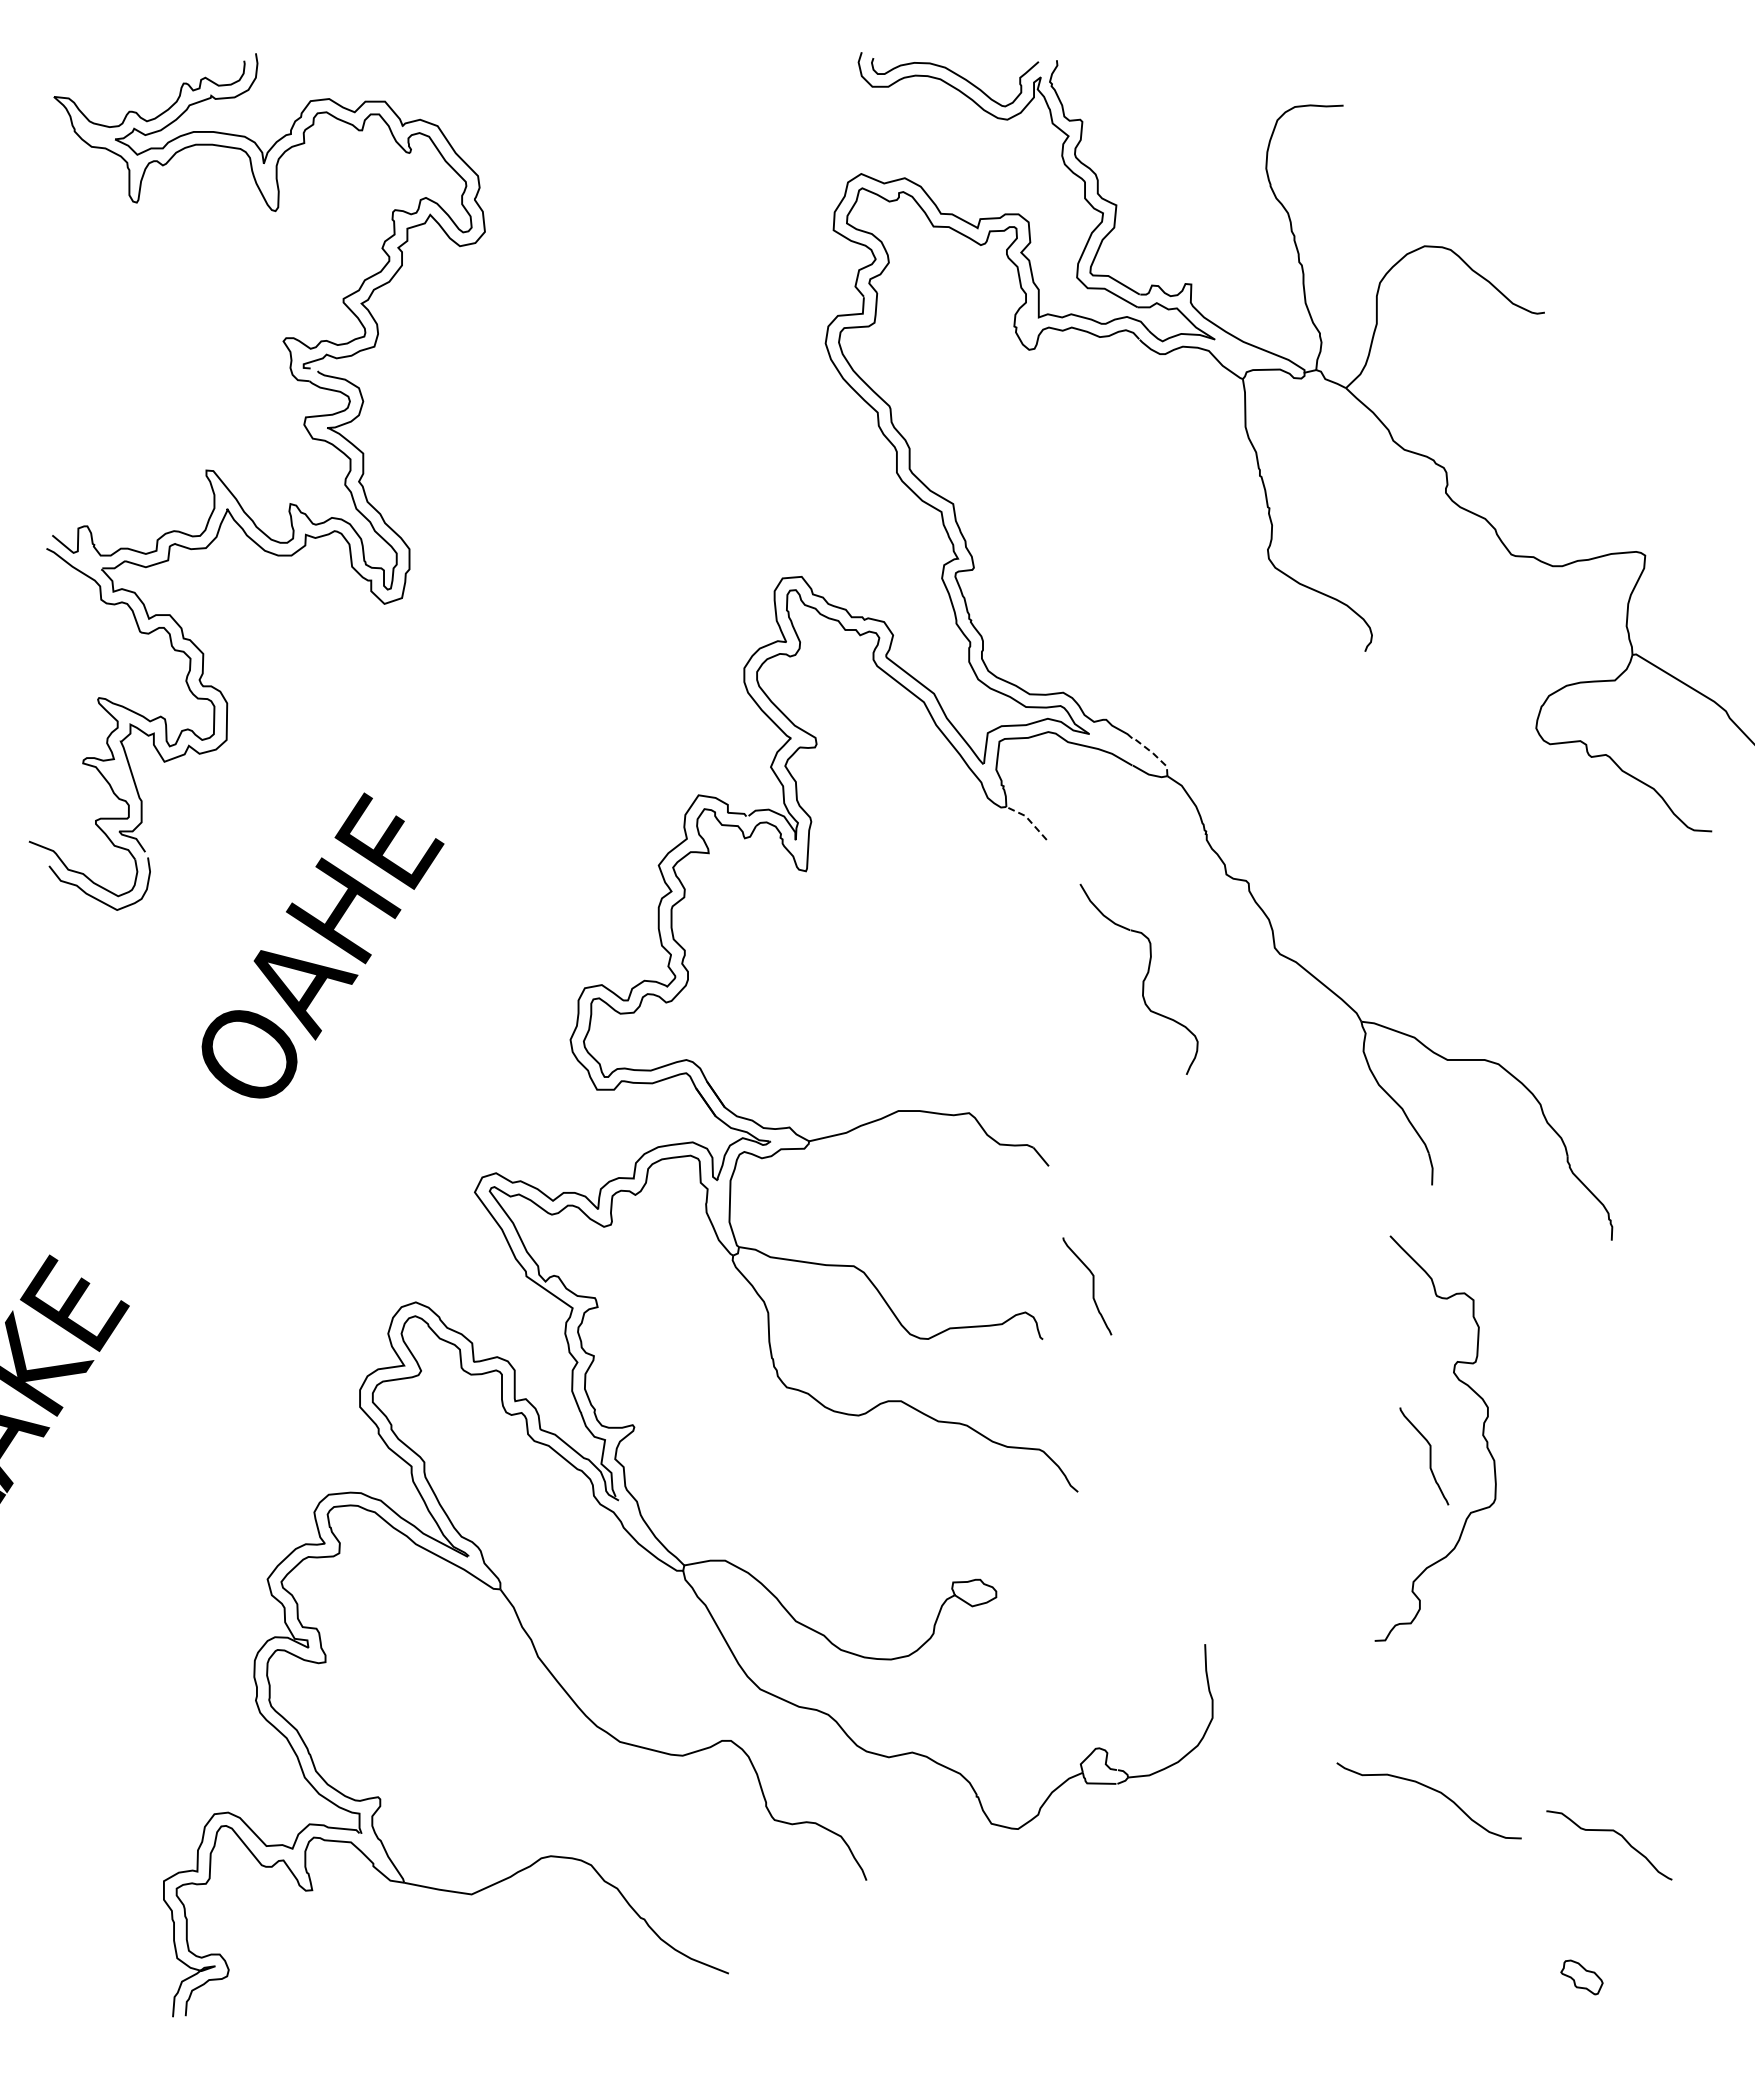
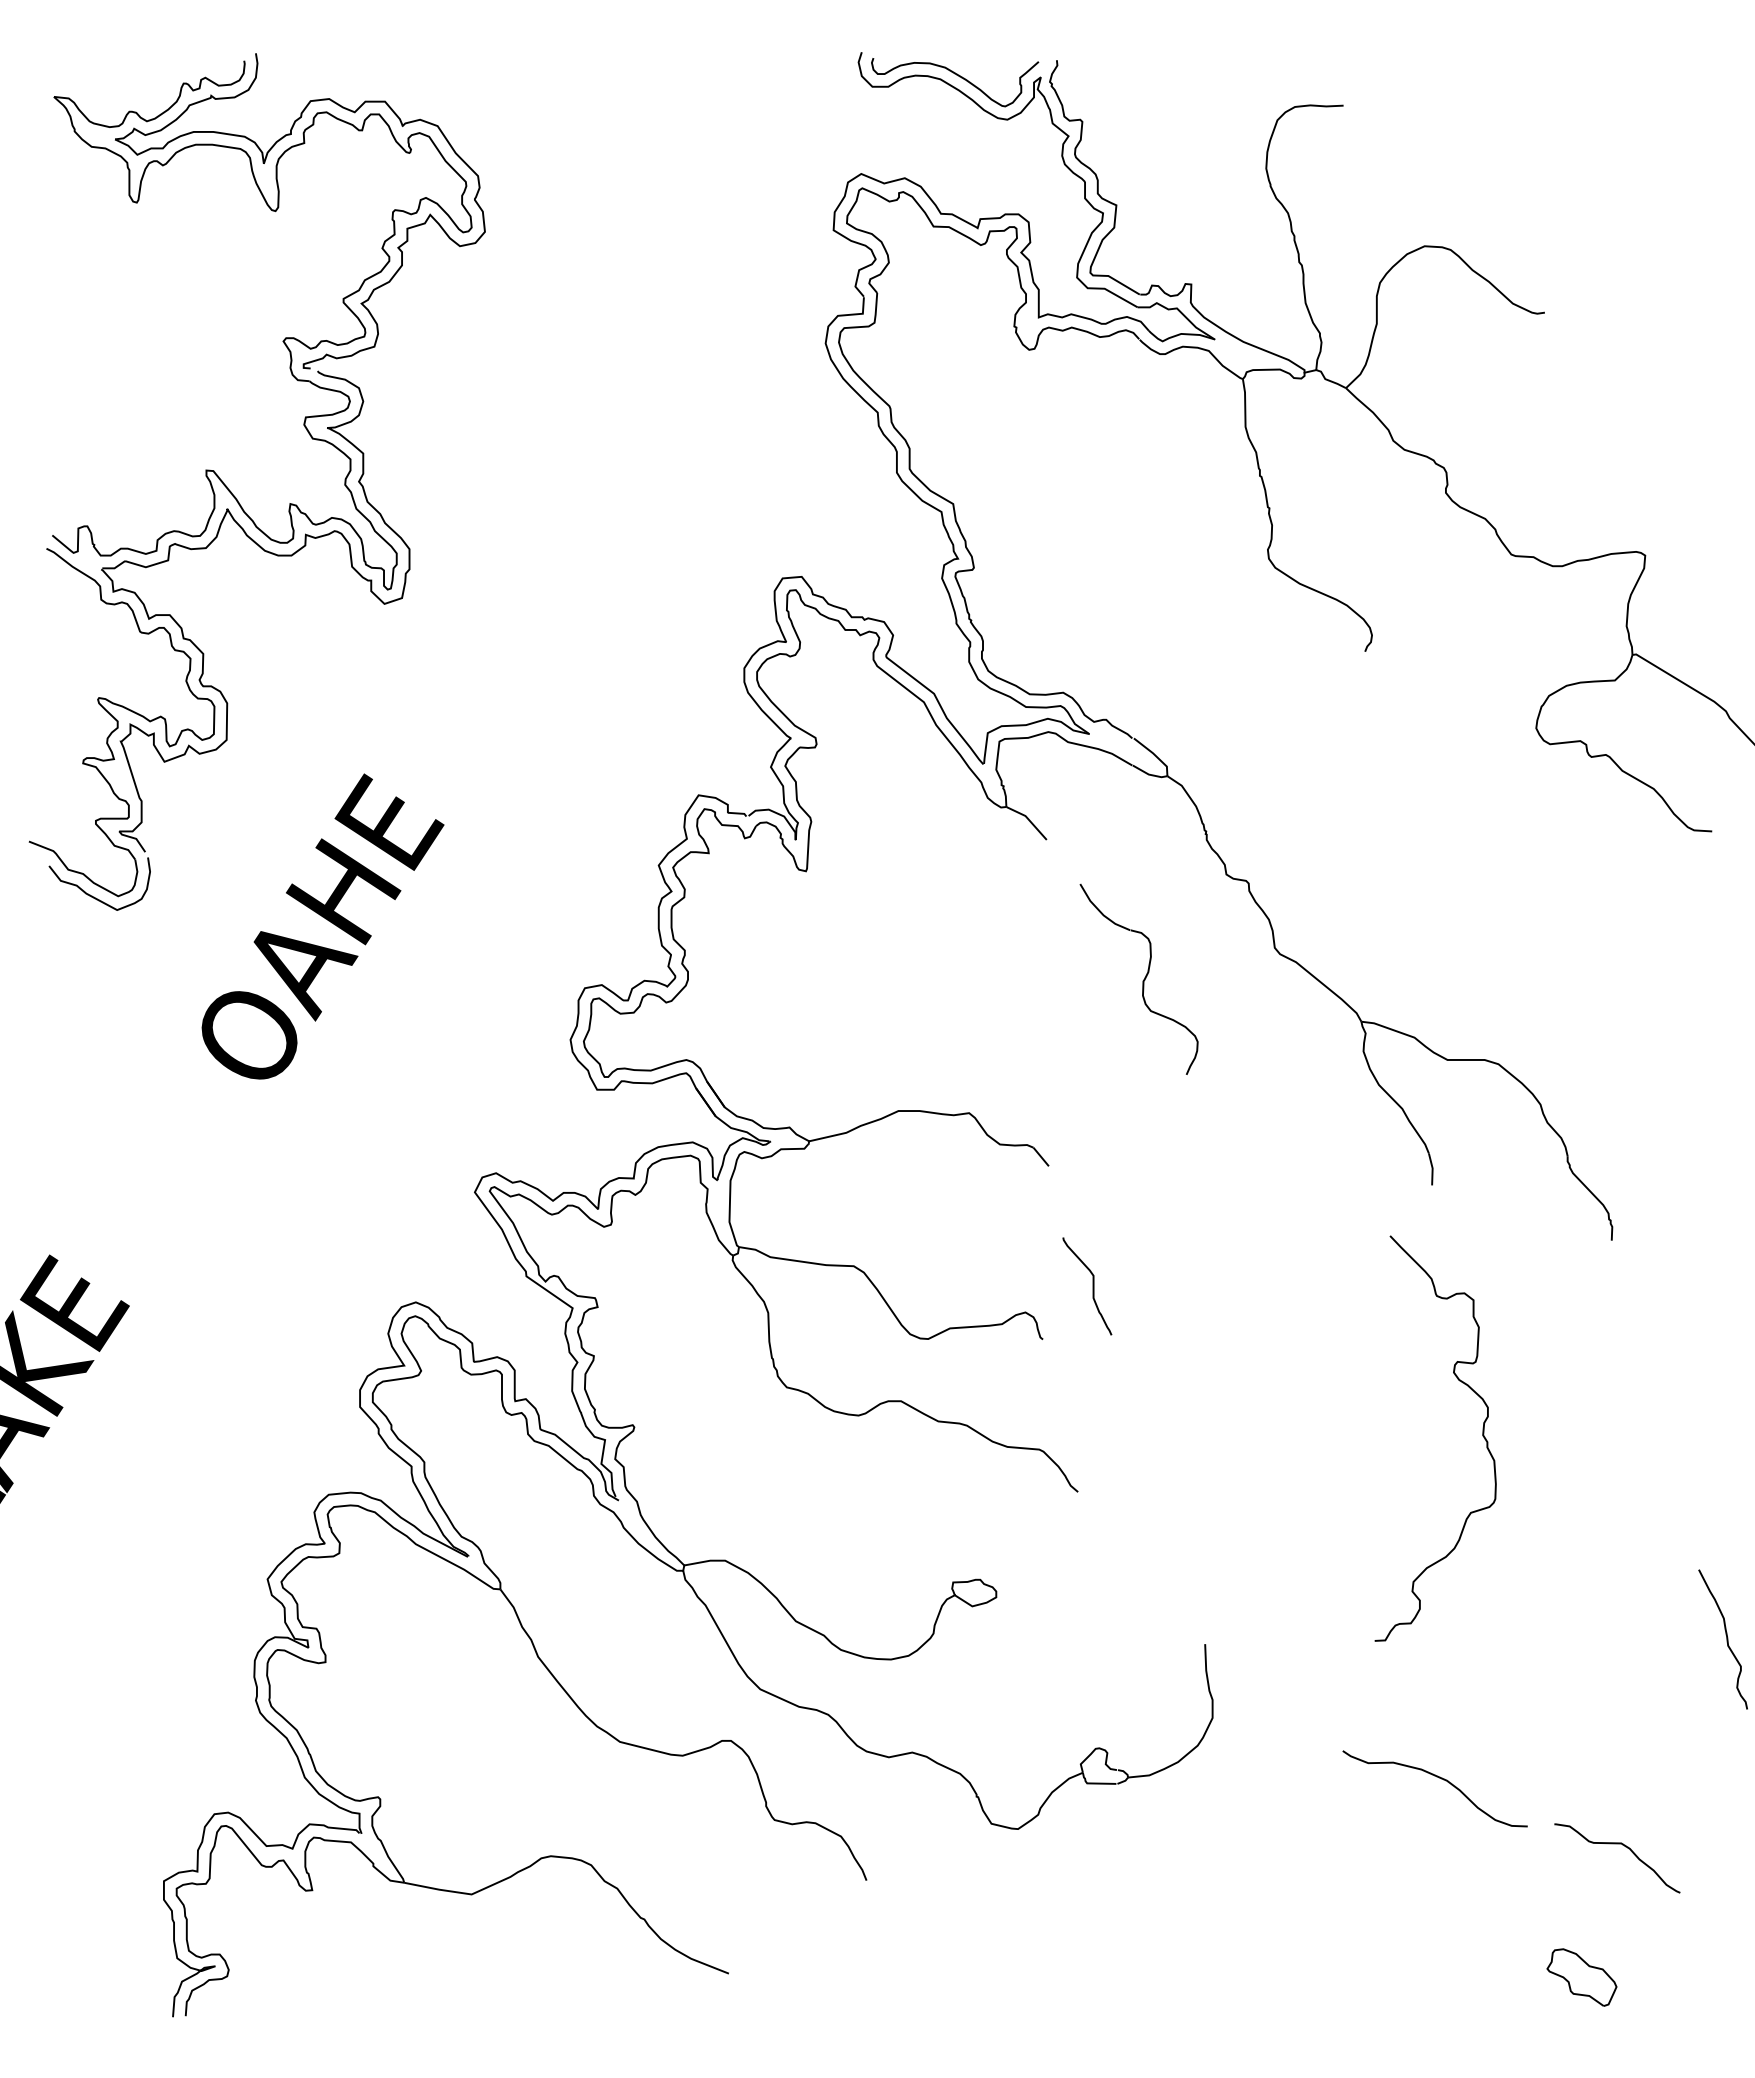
line at (1154, 754): dashed -> solid
line at (1028, 819): dashed -> solid
text at (322, 945) position: (322, 945) -> (322, 926)
curve at (1429, 1456): present -> none
curve at (1726, 1639): none -> present
curve at (1430, 1789) position: (1430, 1789) -> (1436, 1777)
curve at (1617, 1834) position: (1617, 1834) -> (1625, 1847)
part at (1581, 1977) size: 44x37 px -> 72x59 px
